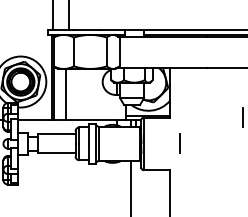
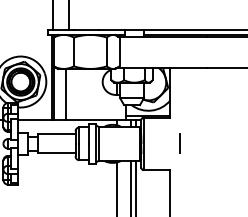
line at (242, 117): present -> none
line at (116, 187): none -> present
line at (135, 187): none -> present
